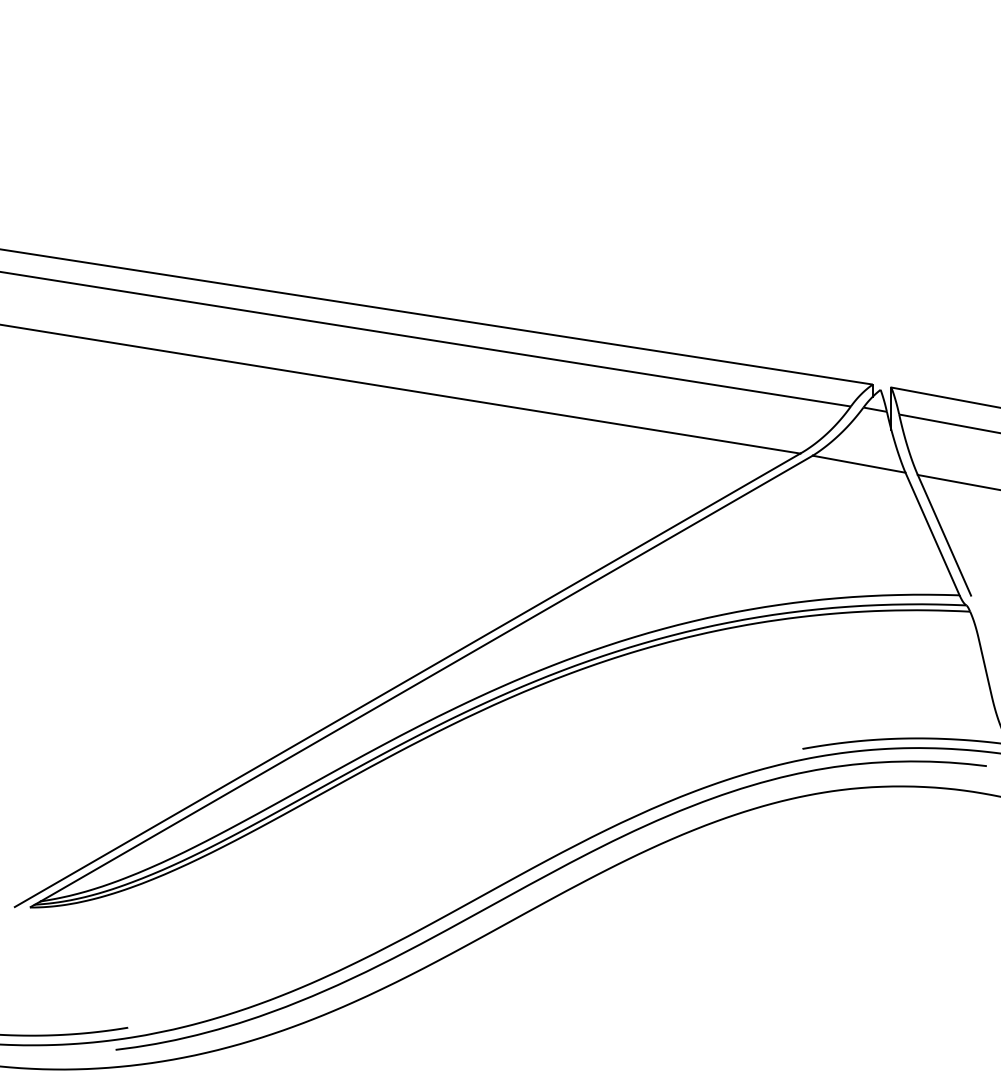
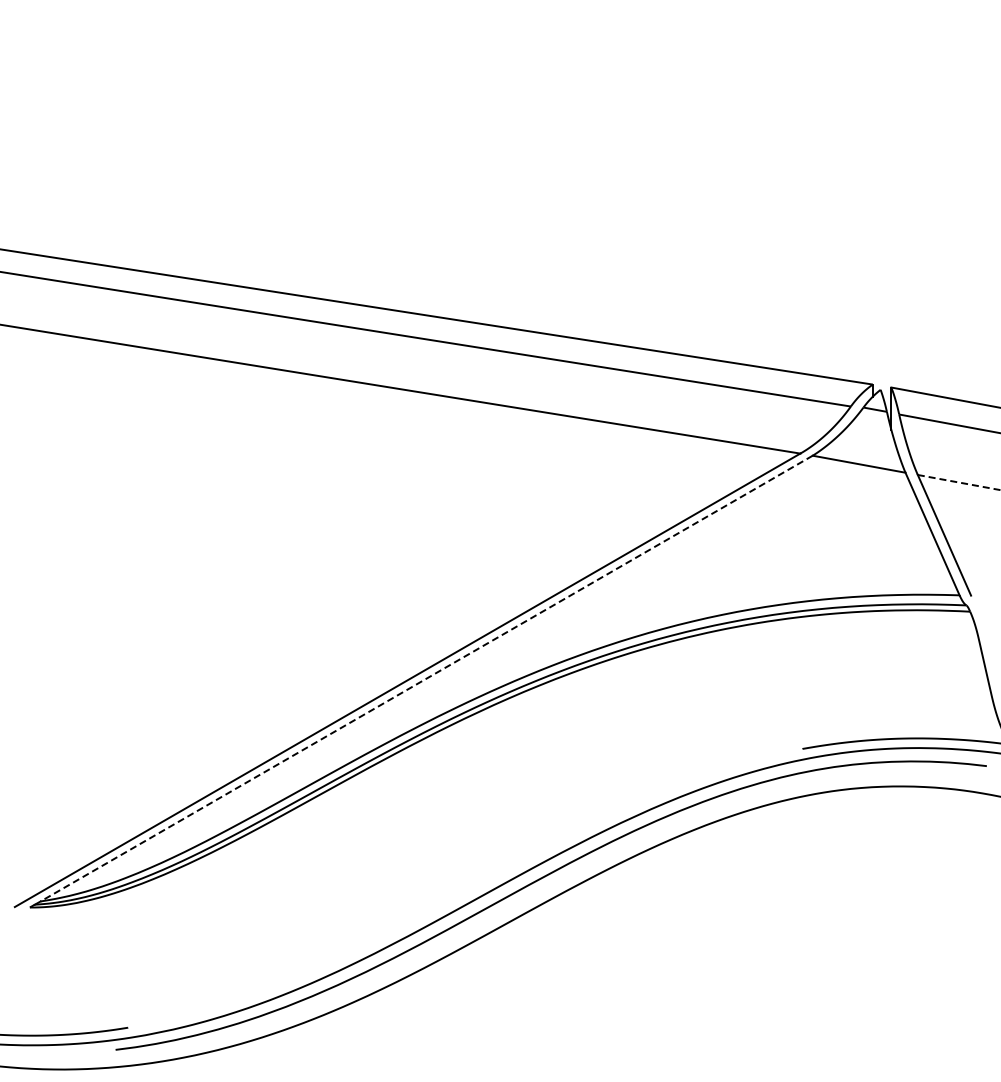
line at (959, 482): solid -> dashed
line at (426, 678): solid -> dashed
